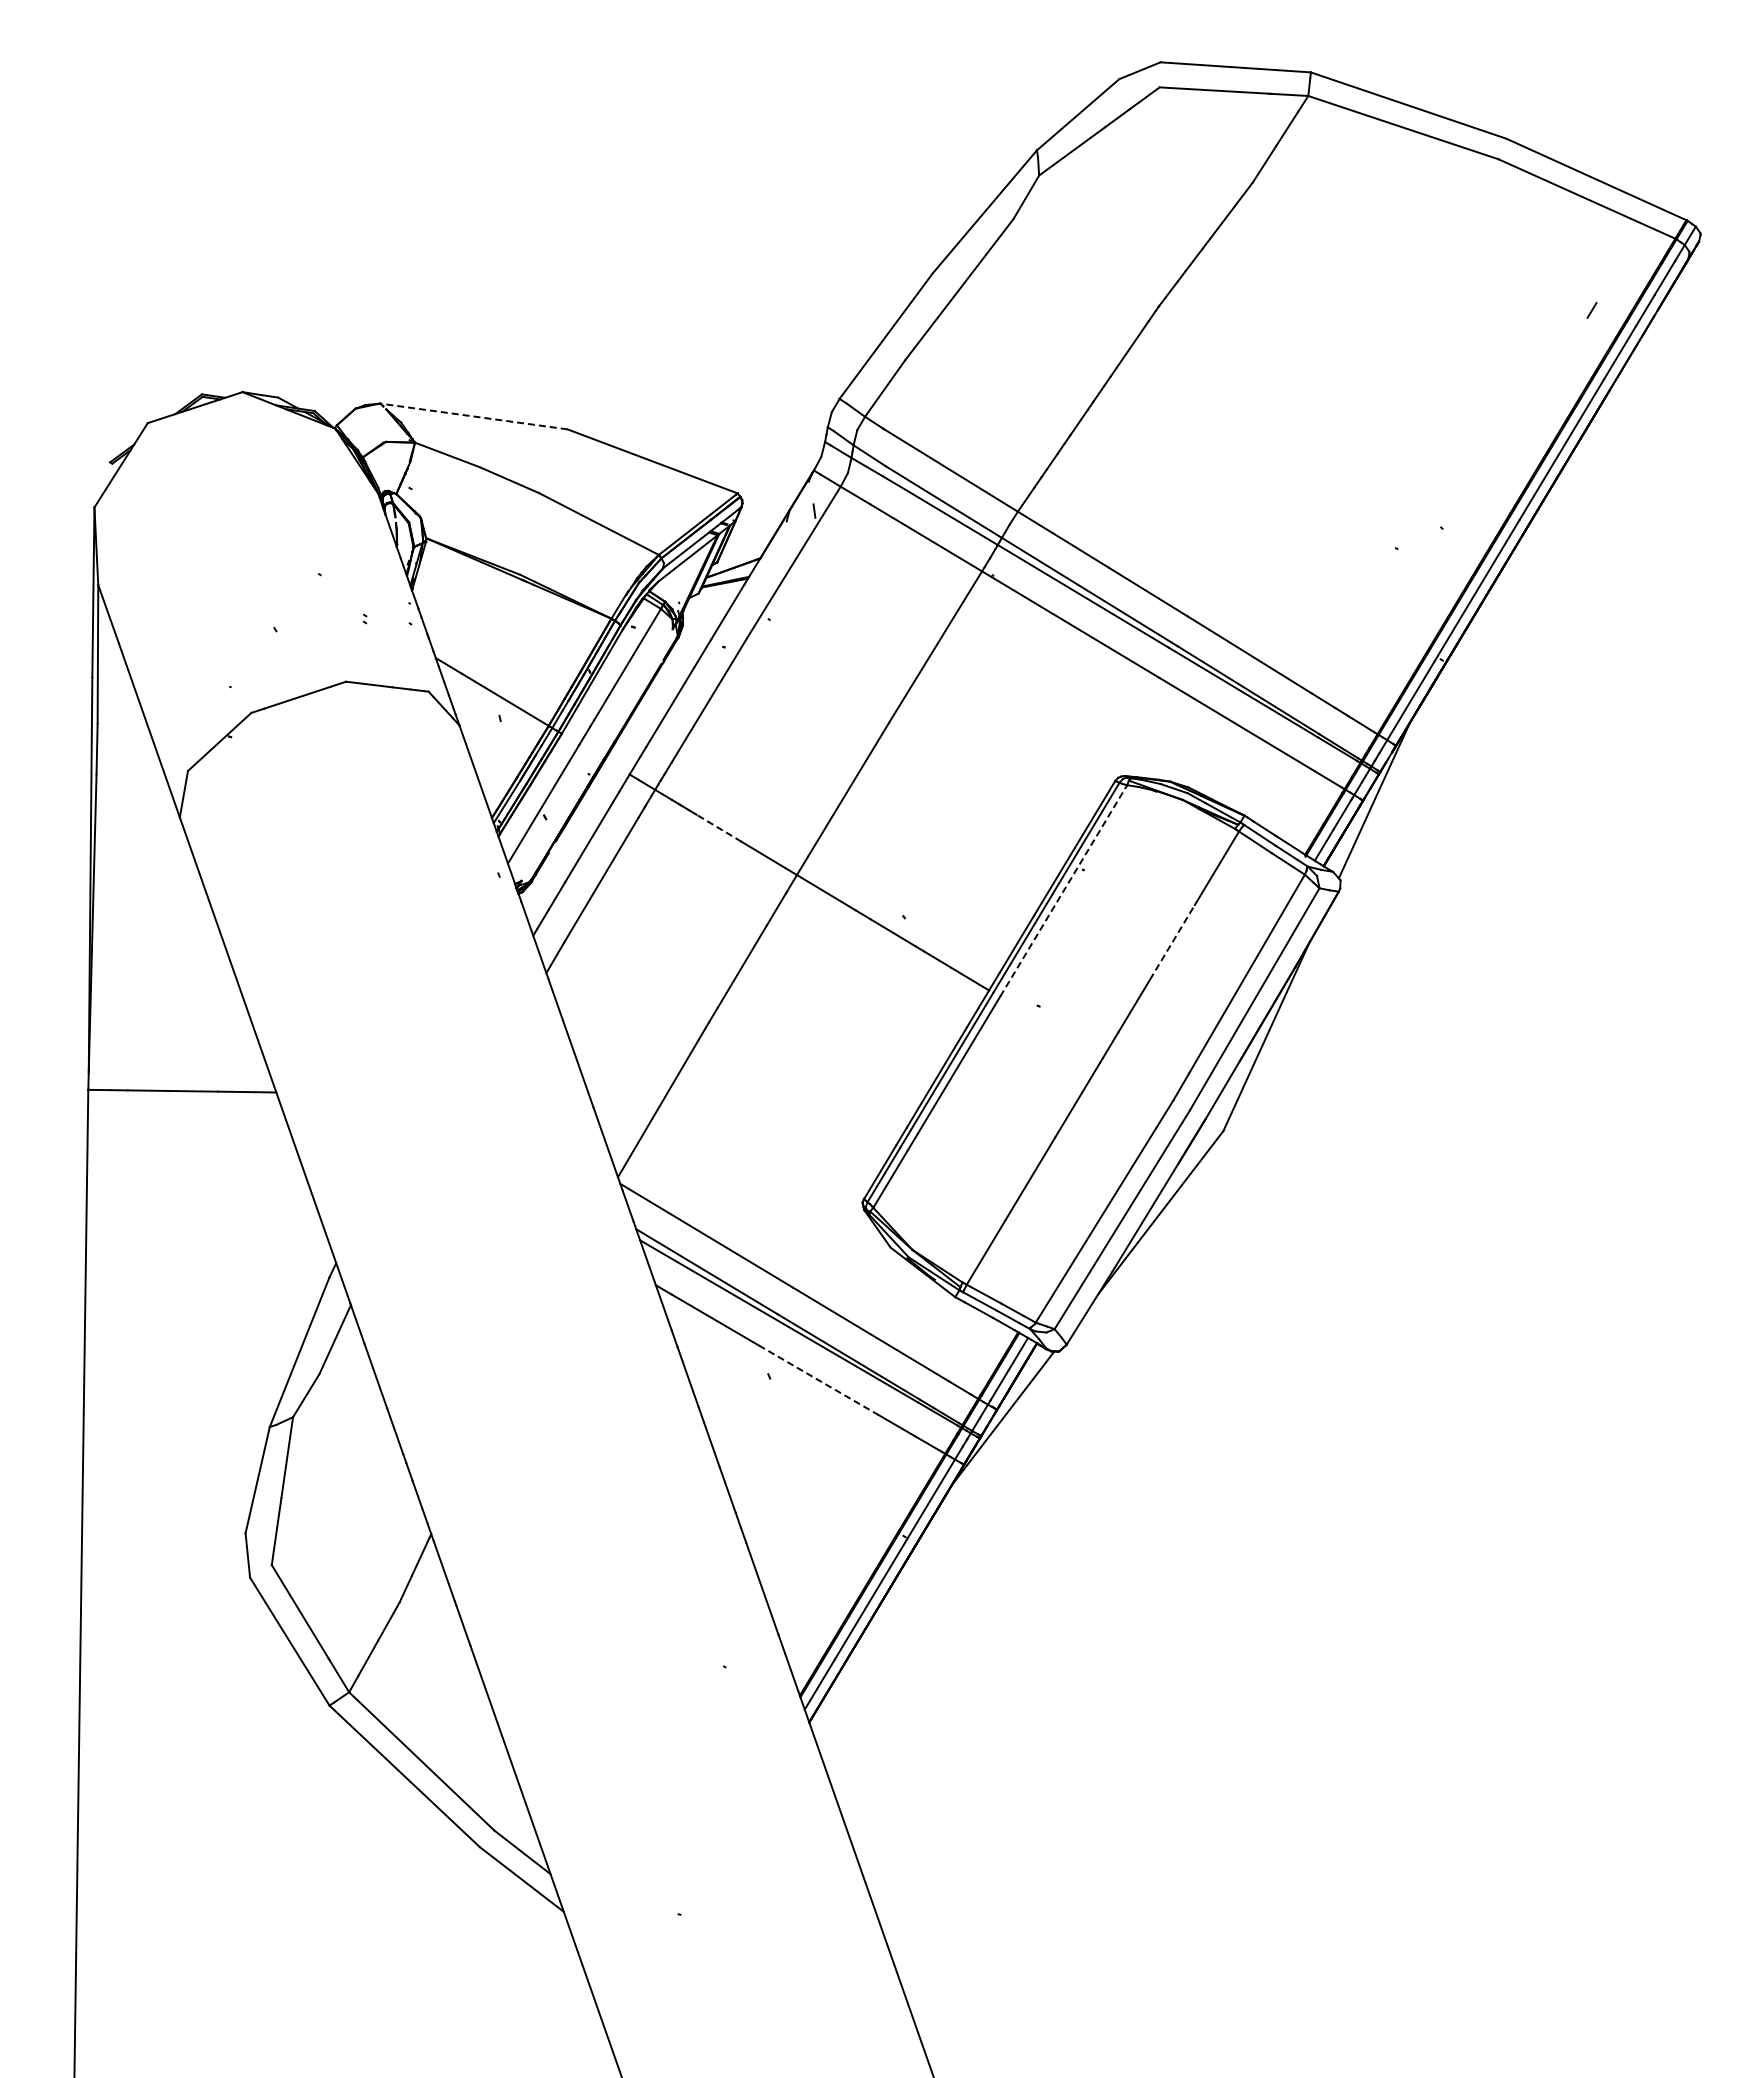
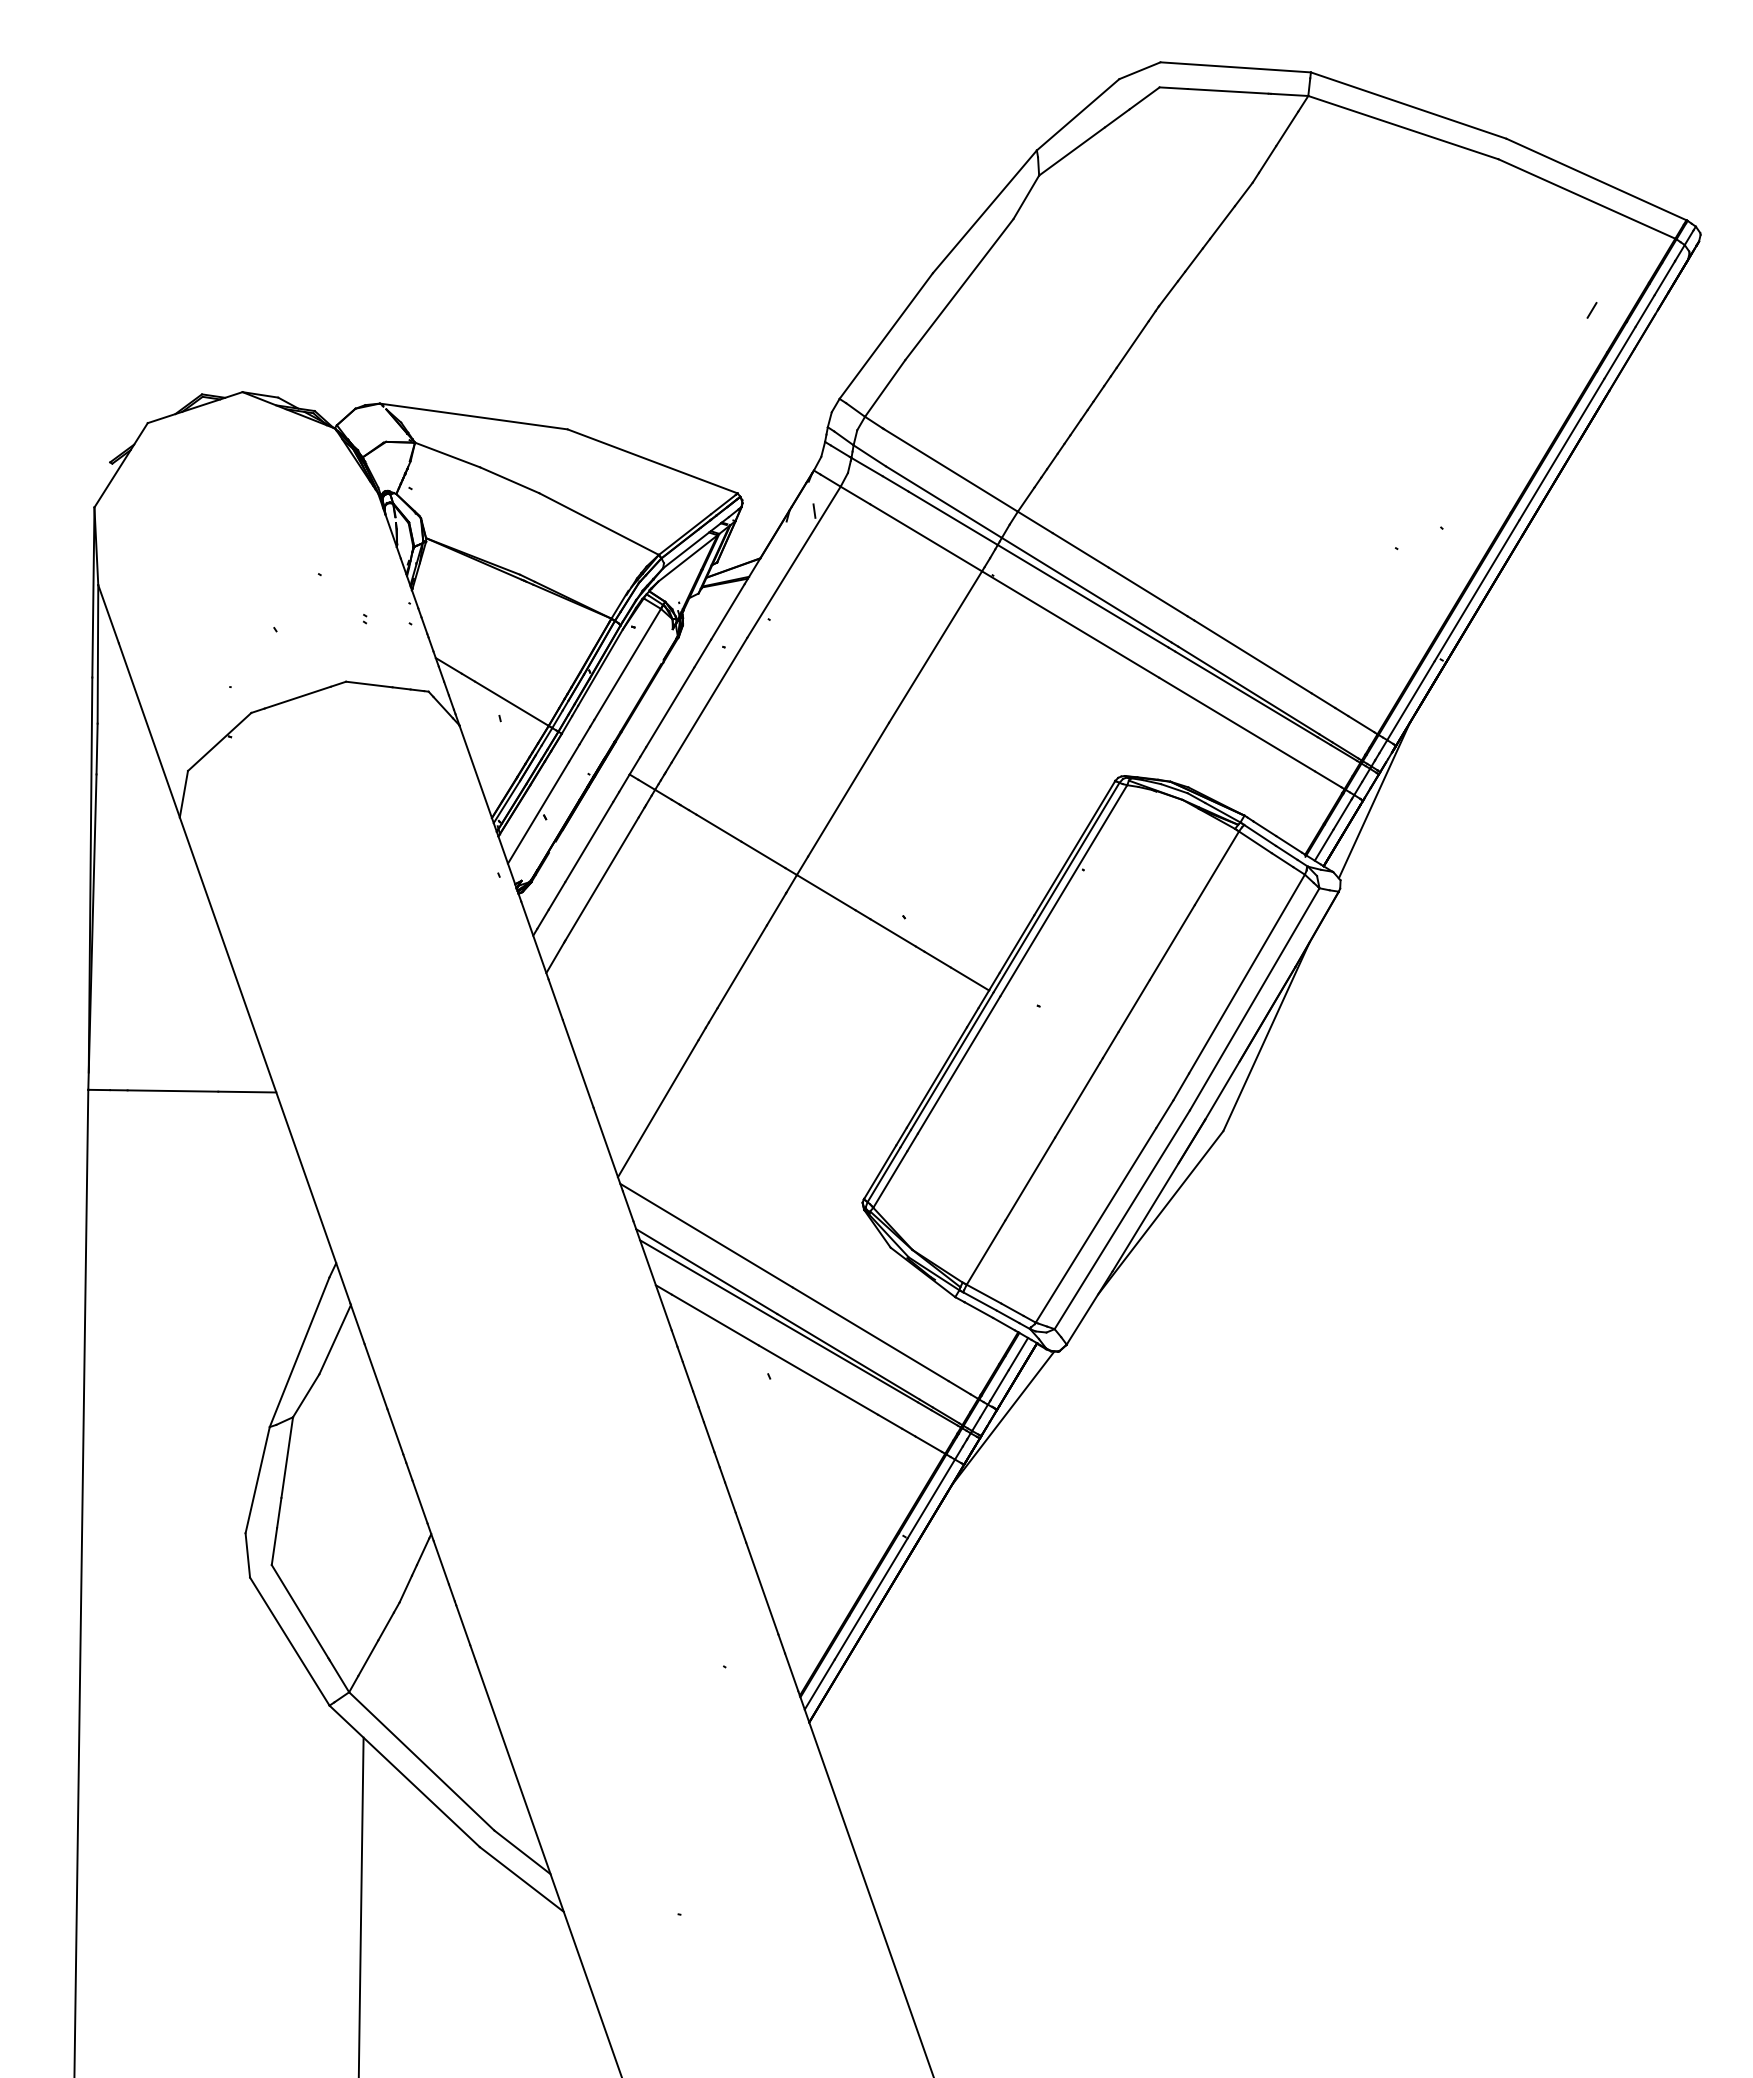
line at (473, 416): dashed -> solid
line at (718, 827): dashed -> solid
line at (1064, 890): dashed -> solid
line at (1172, 942): dashed -> solid
line at (818, 1380): dashed -> solid
line at (360, 1905): none -> present
